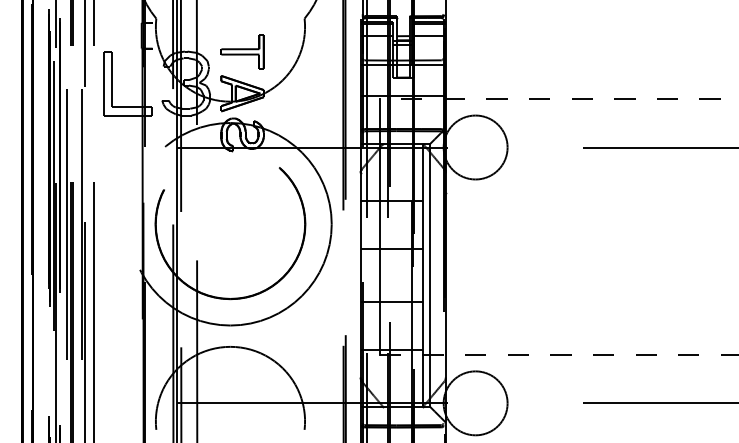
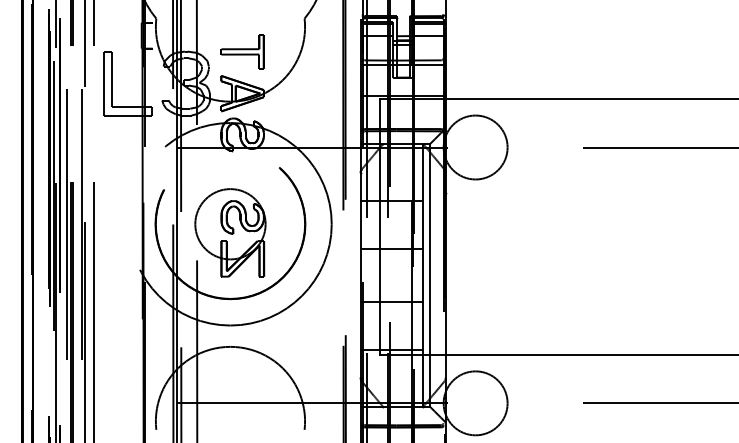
line at (558, 99): dashed -> solid
part at (230, 232): none -> present
line at (559, 354): dashed -> solid
